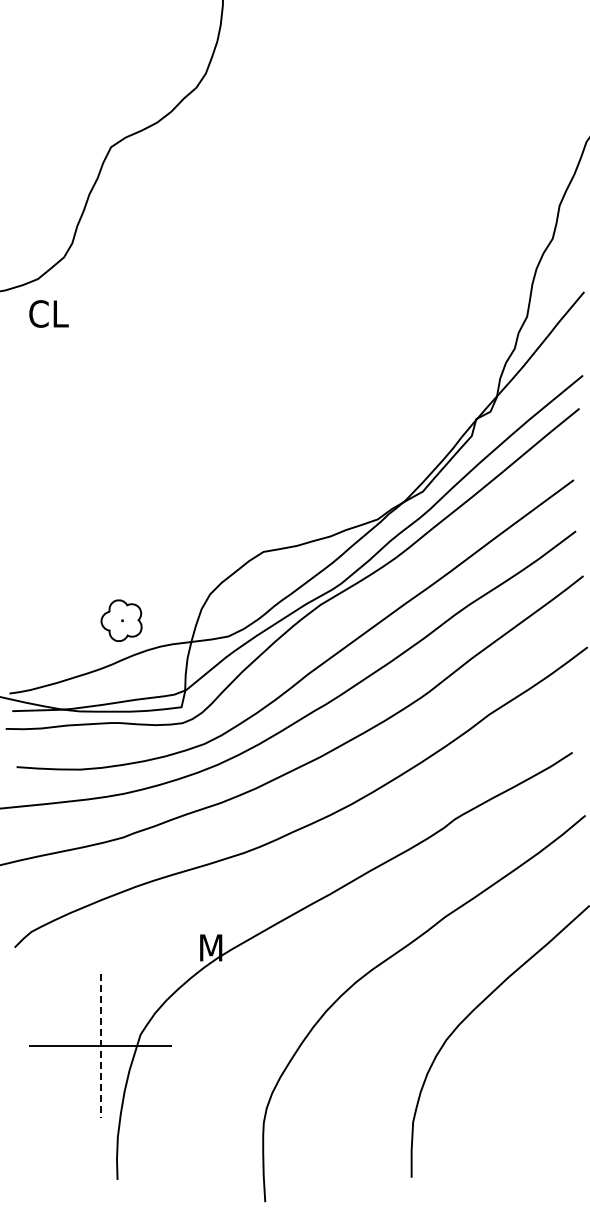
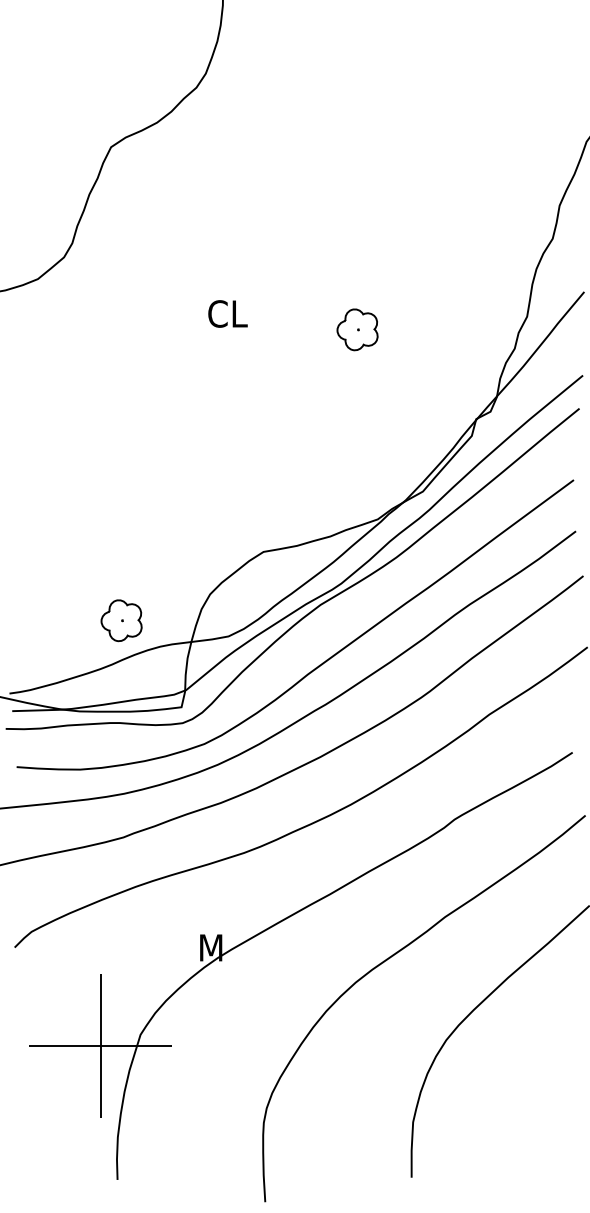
text at (48, 313) position: (48, 313) -> (227, 313)
part at (357, 329): none -> present
line at (100, 1045): dashed -> solid
